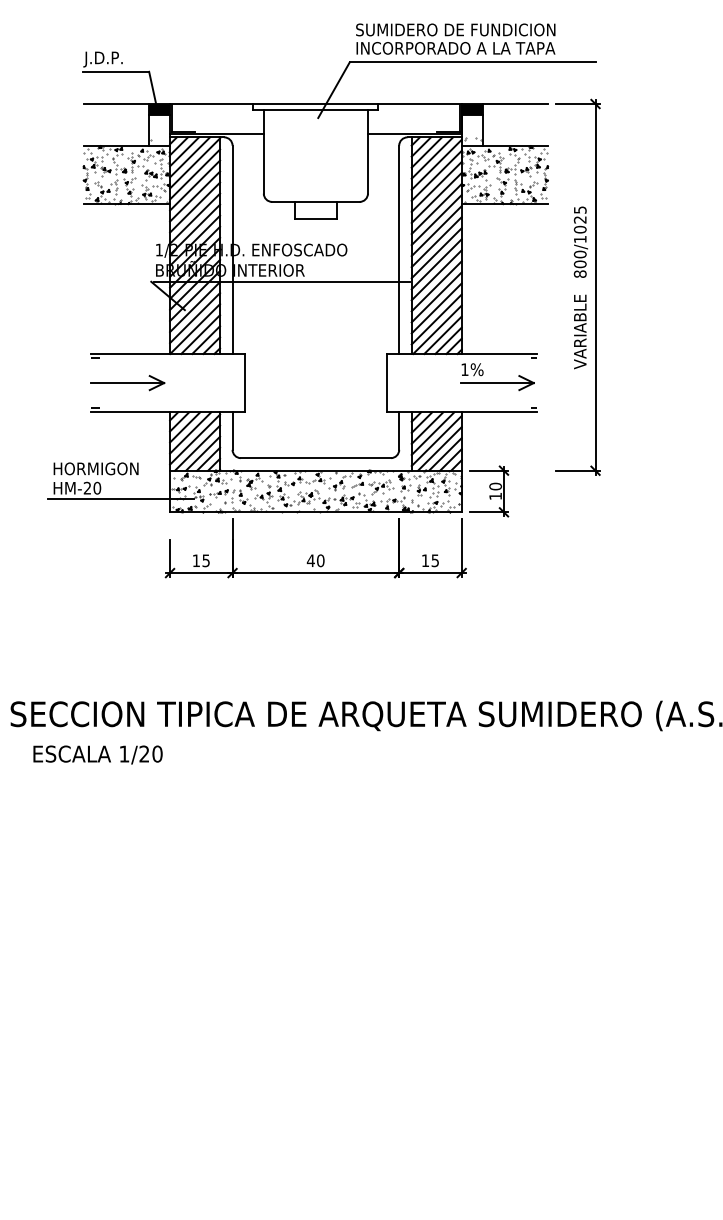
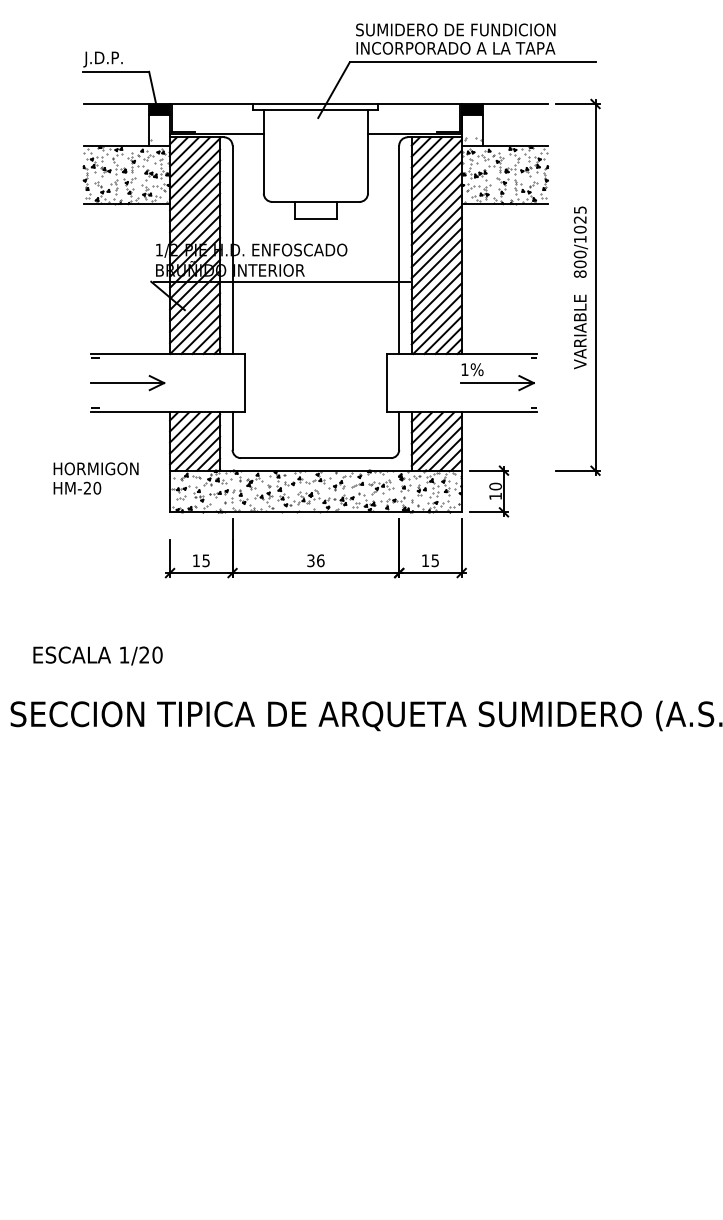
line at (121, 499): present -> none
text at (315, 560): 40 -> 36
text at (97, 754) position: (97, 754) -> (97, 655)
